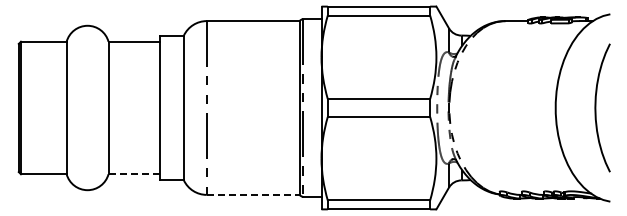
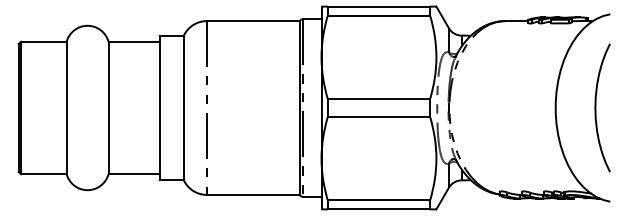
line at (134, 174): dashed -> solid
line at (253, 194): dashed -> solid
